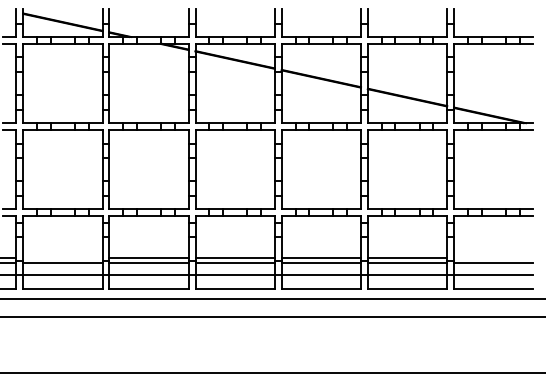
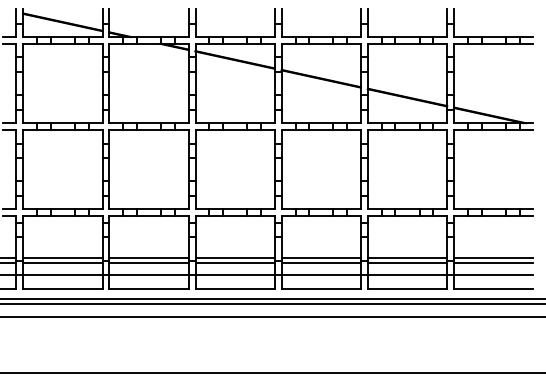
line at (62, 257): none -> present
line at (493, 257): none -> present
line at (272, 304): none -> present
